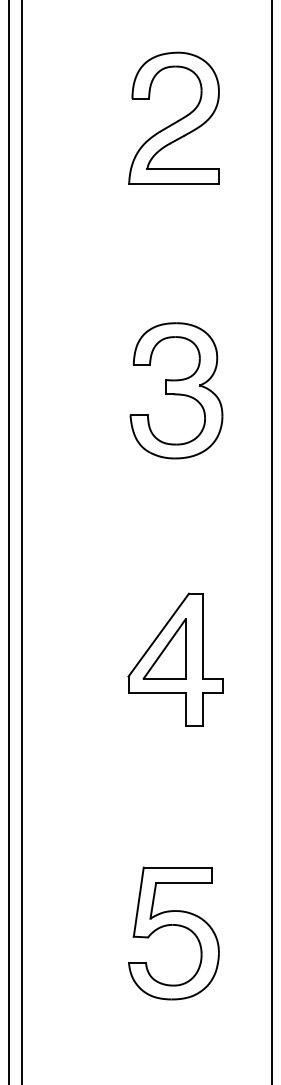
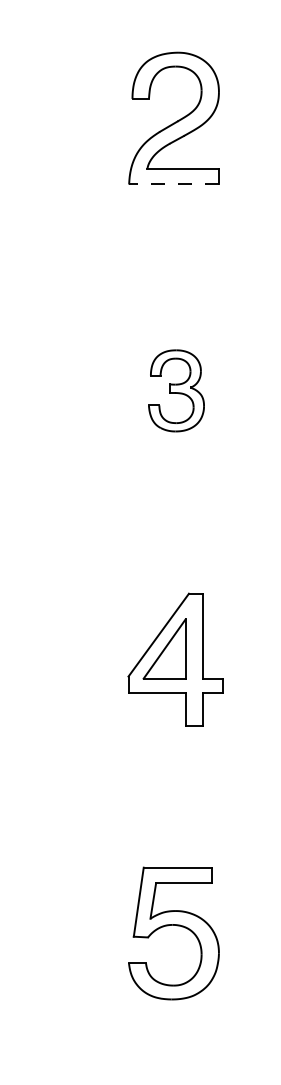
line at (174, 184): solid -> dashed
part at (176, 390) size: 95x138 px -> 57x84 px
line at (8, 541): present -> none
line at (22, 541): present -> none
line at (272, 541): present -> none
